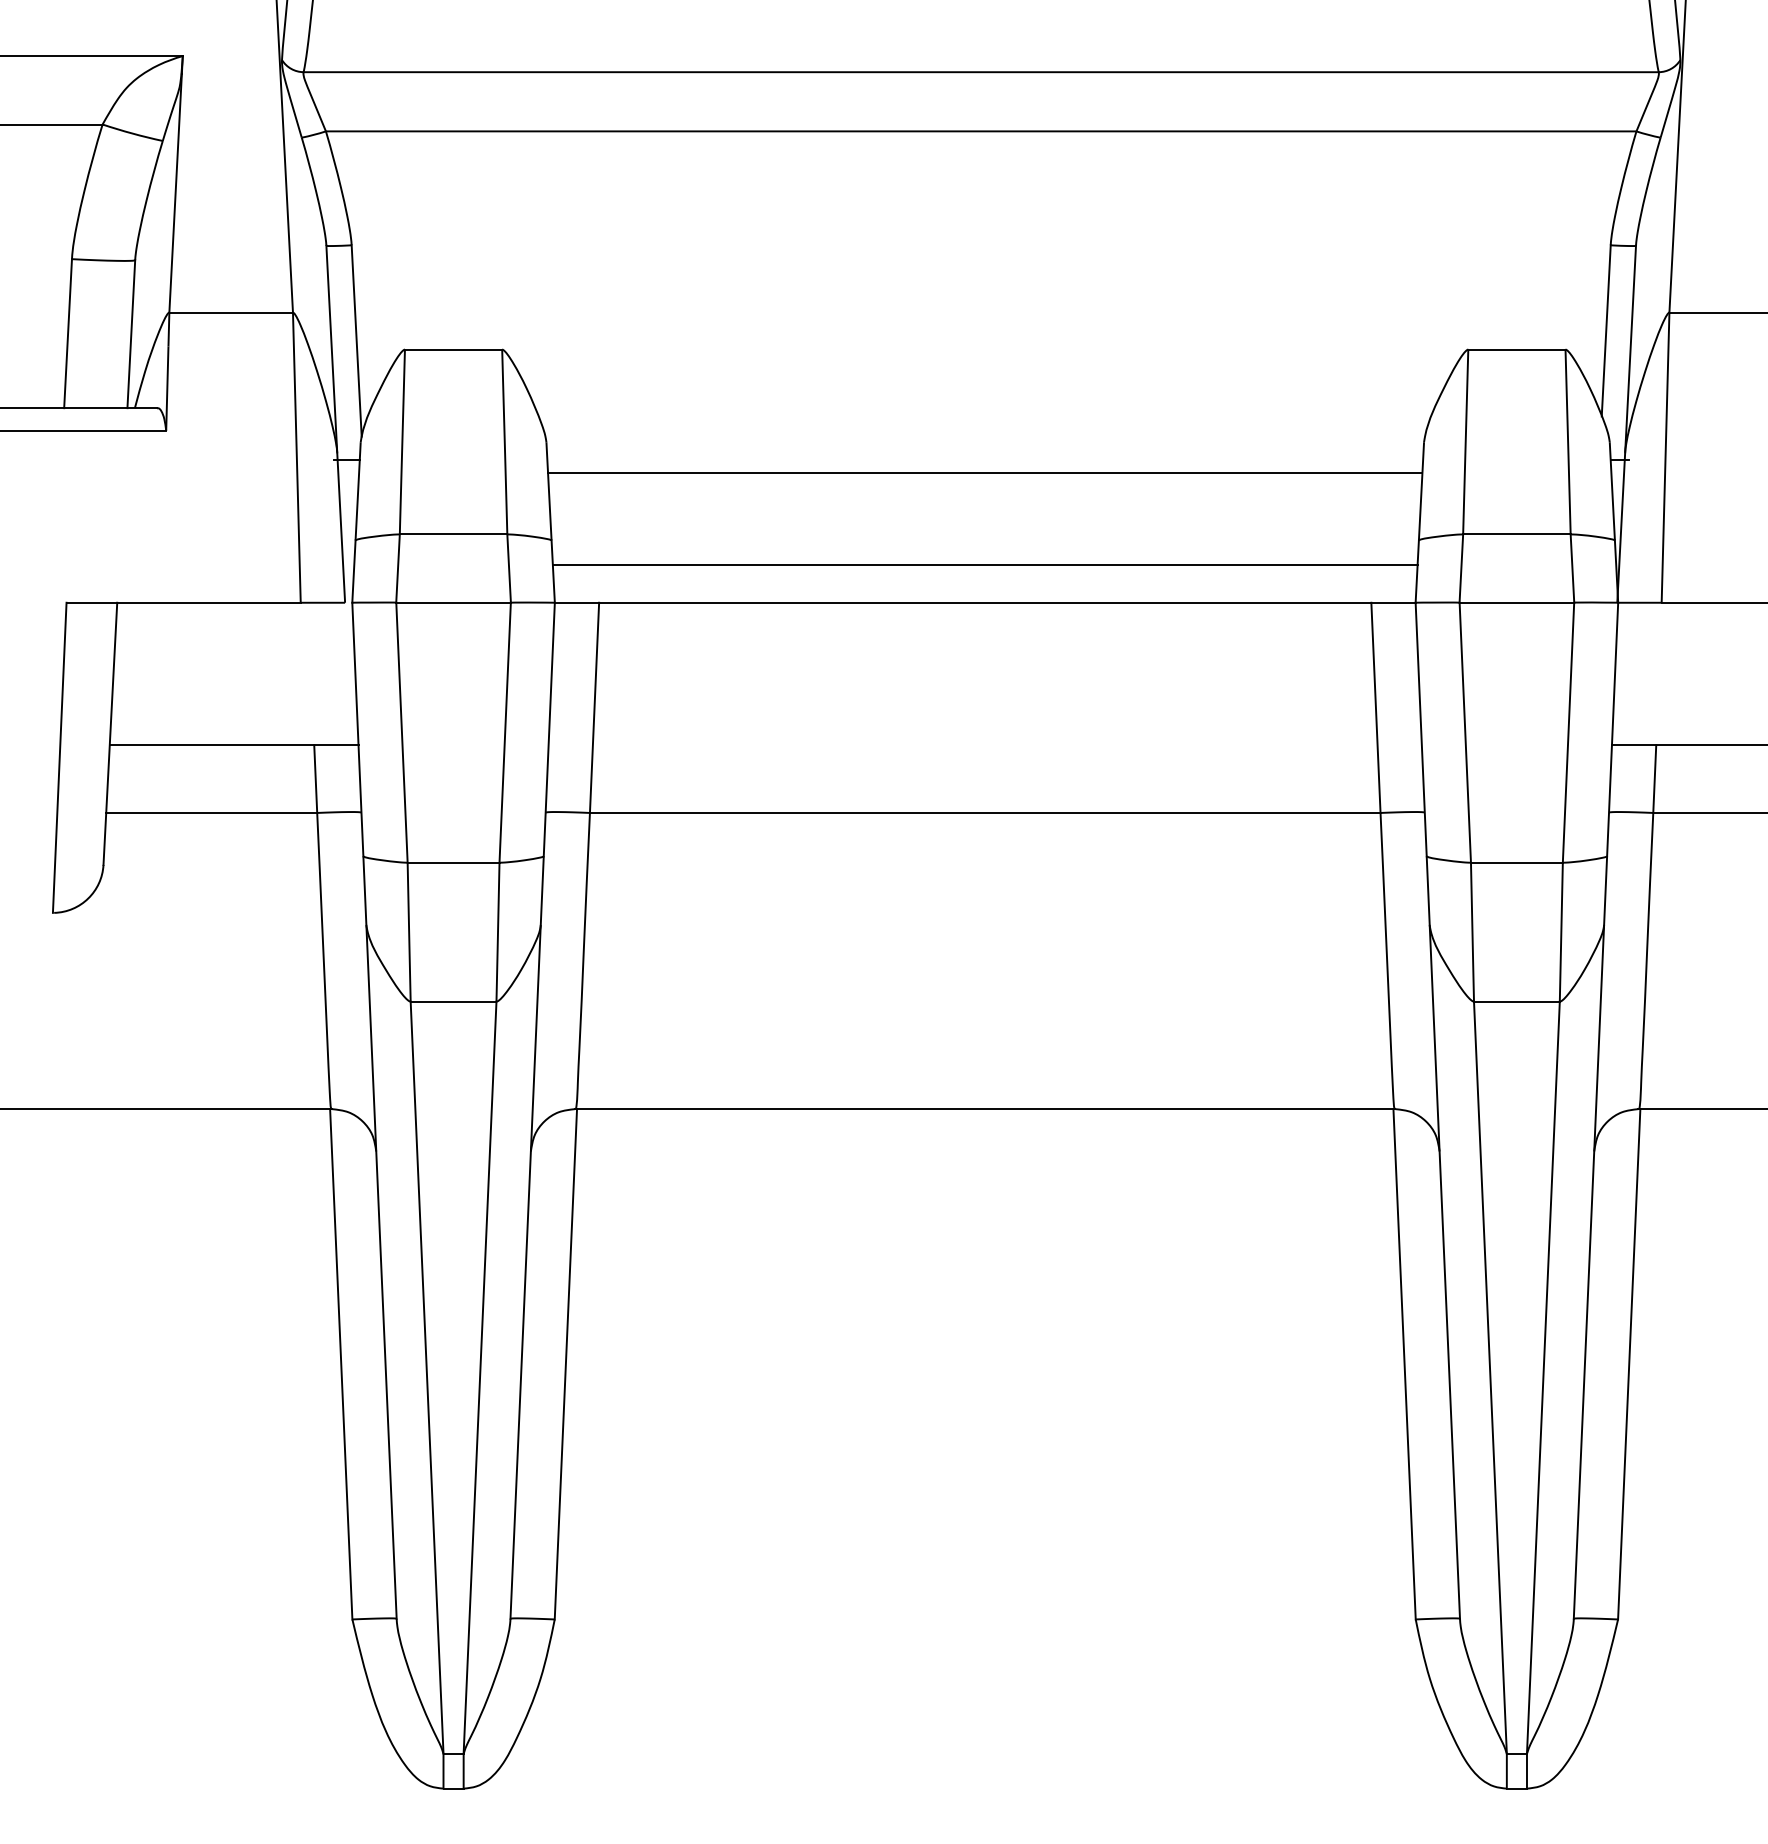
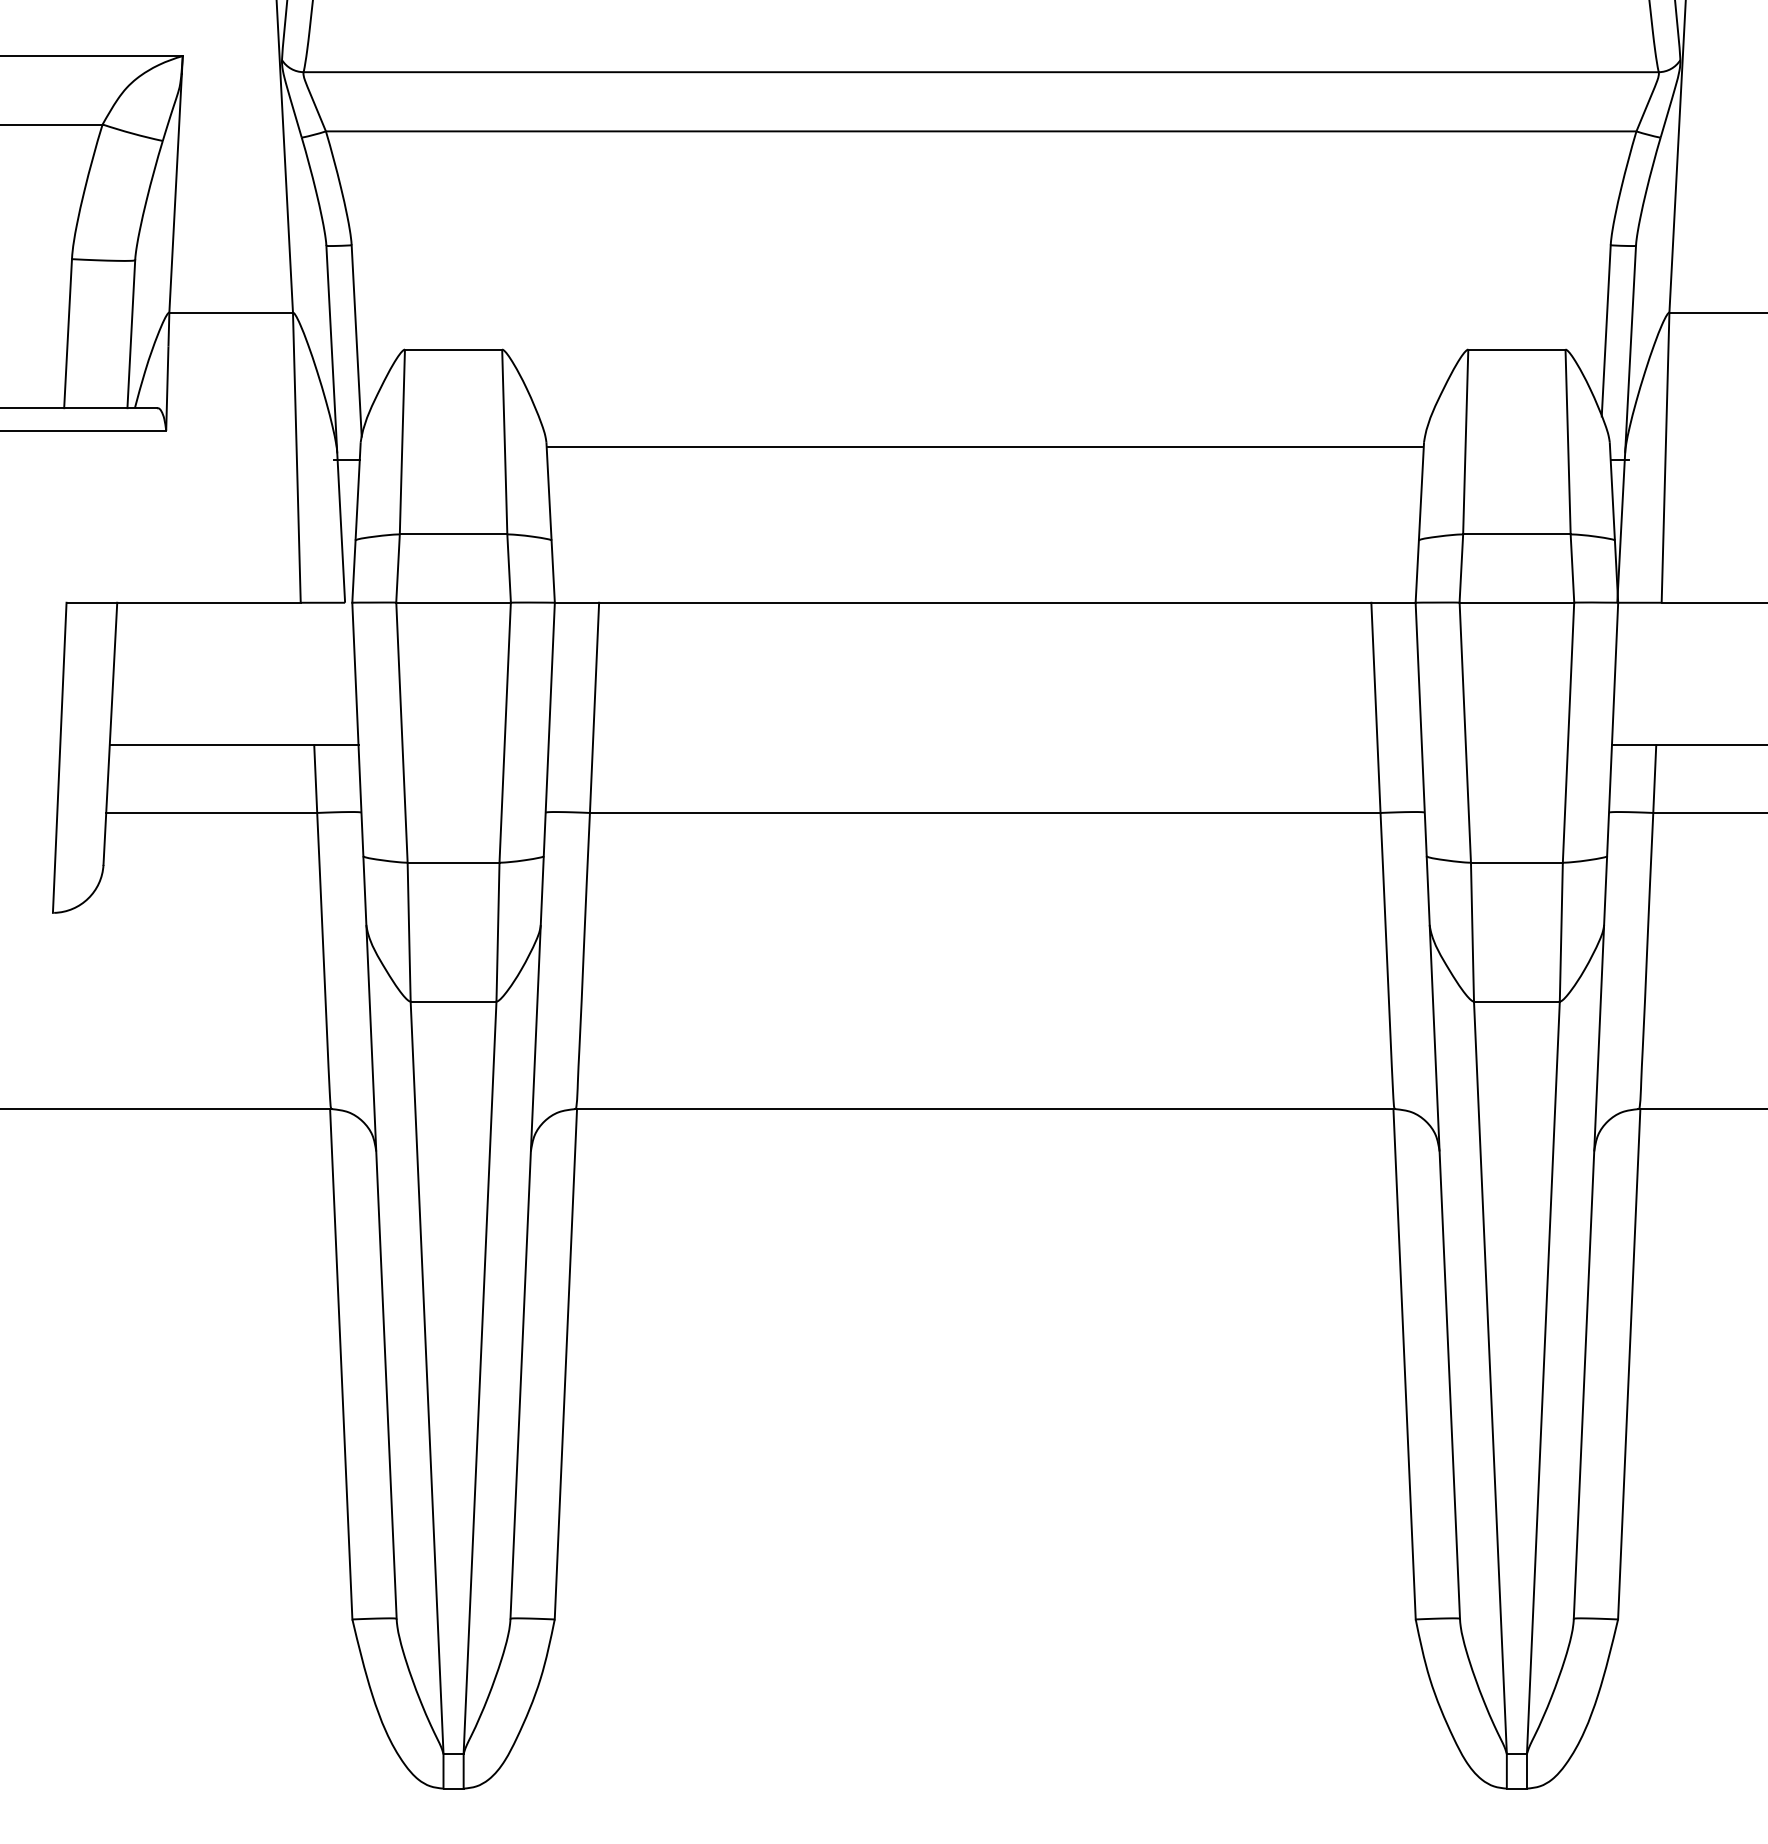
line at (985, 473) position: (985, 473) -> (985, 447)
line at (984, 564): present -> none
